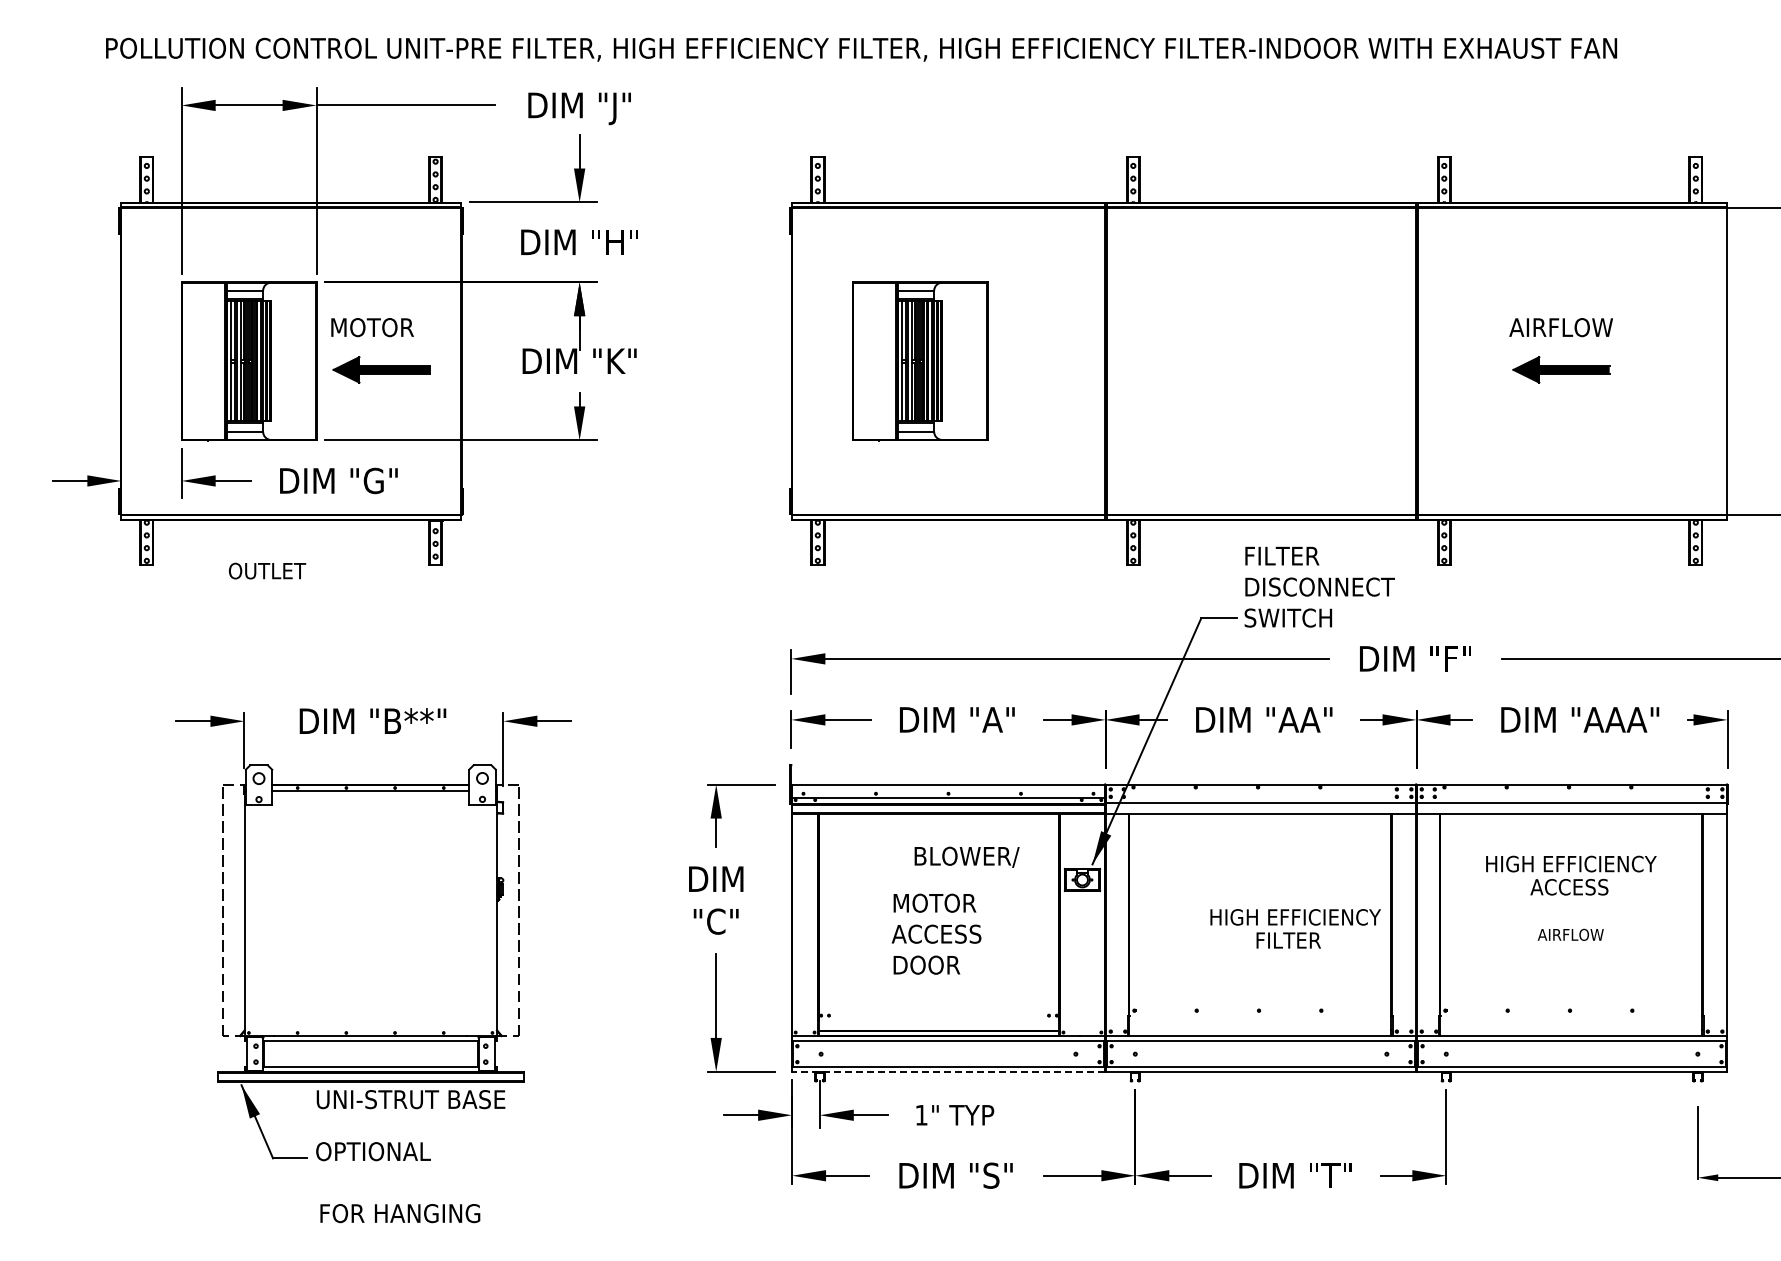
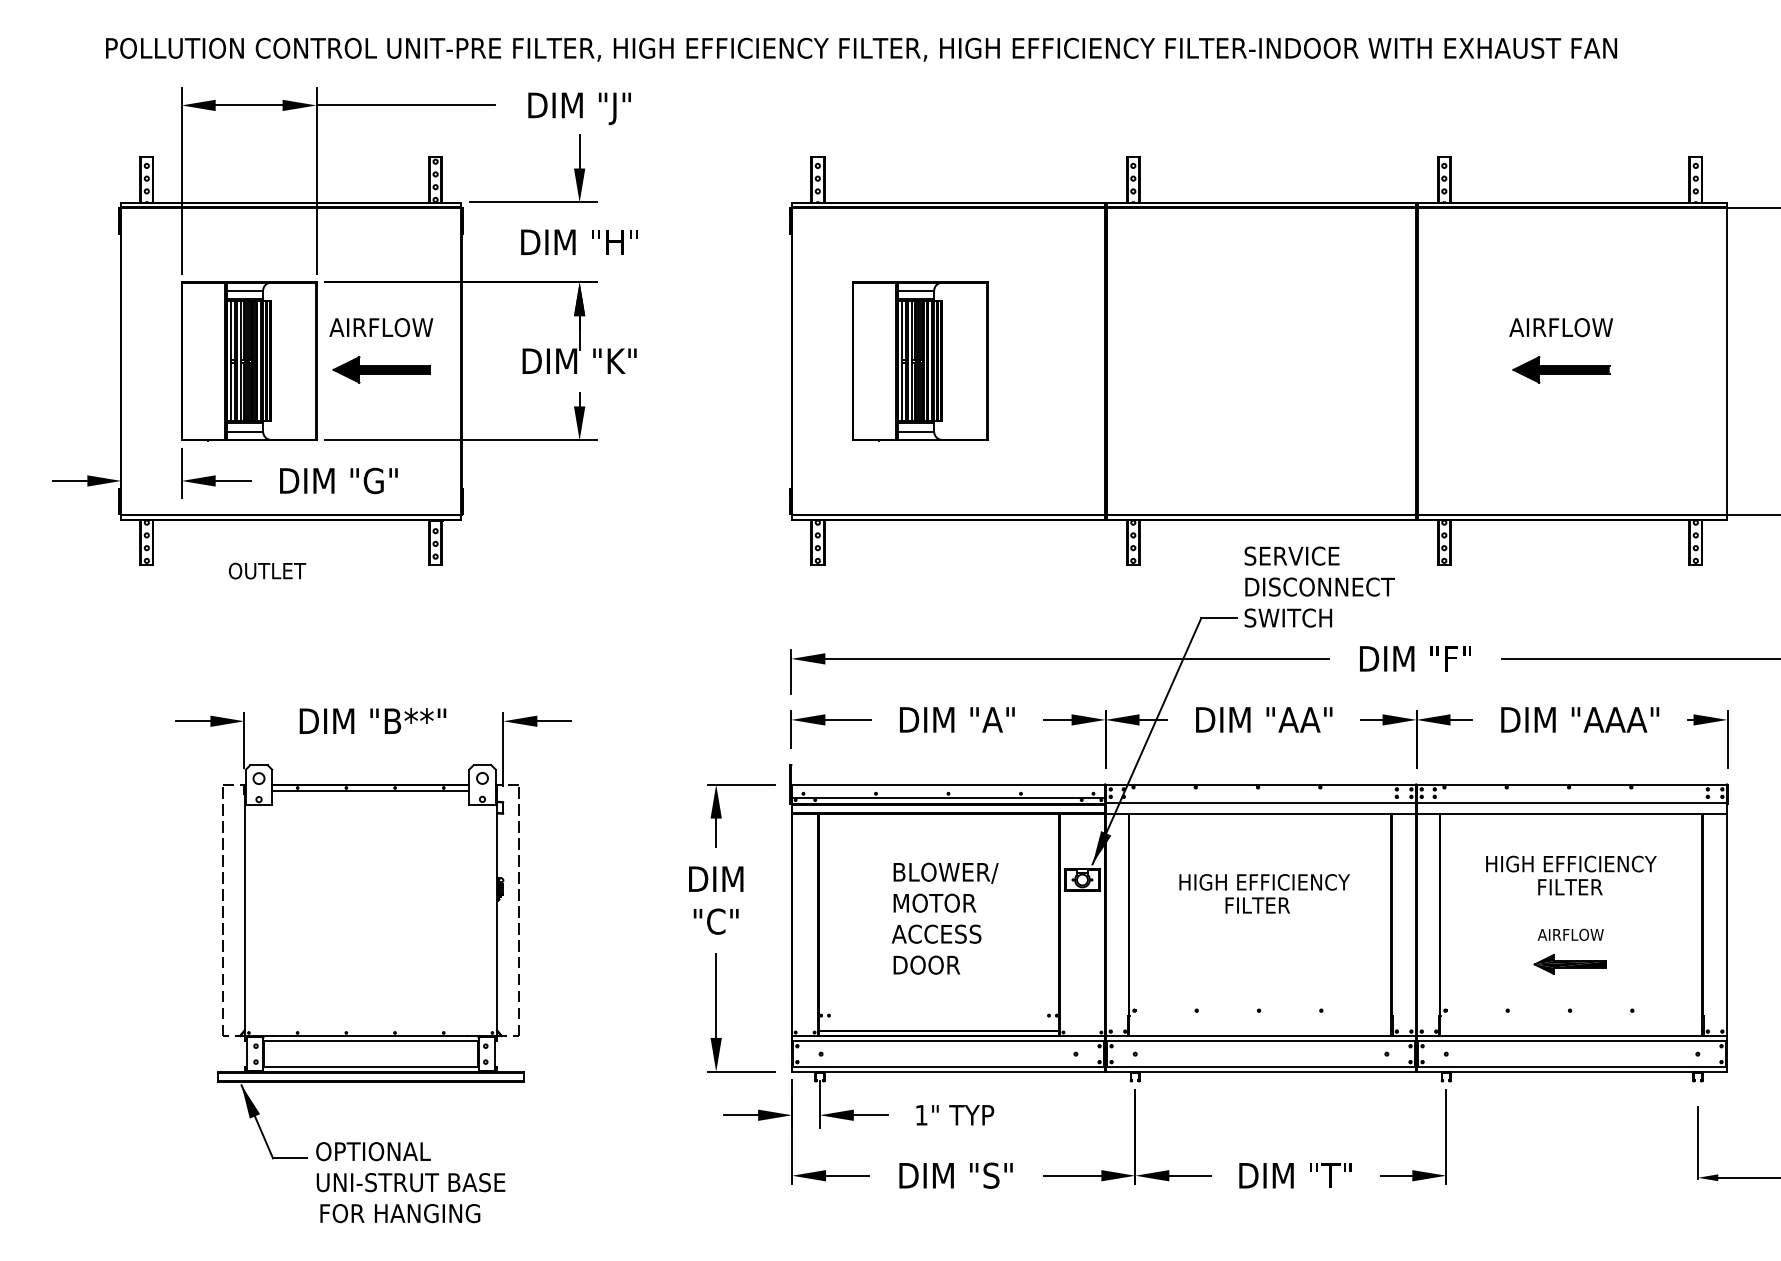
text at (381, 327): MOTOR -> AIRFLOW
text at (1291, 555): FILTER -> SERVICE
text at (966, 856) position: (966, 856) -> (945, 872)
text at (1569, 886): ACCESS -> FILTER
text at (1295, 928) position: (1295, 928) -> (1264, 893)
part at (1569, 964): none -> present
line at (948, 1071): dashed -> solid
text at (410, 1099) position: (410, 1099) -> (410, 1182)
